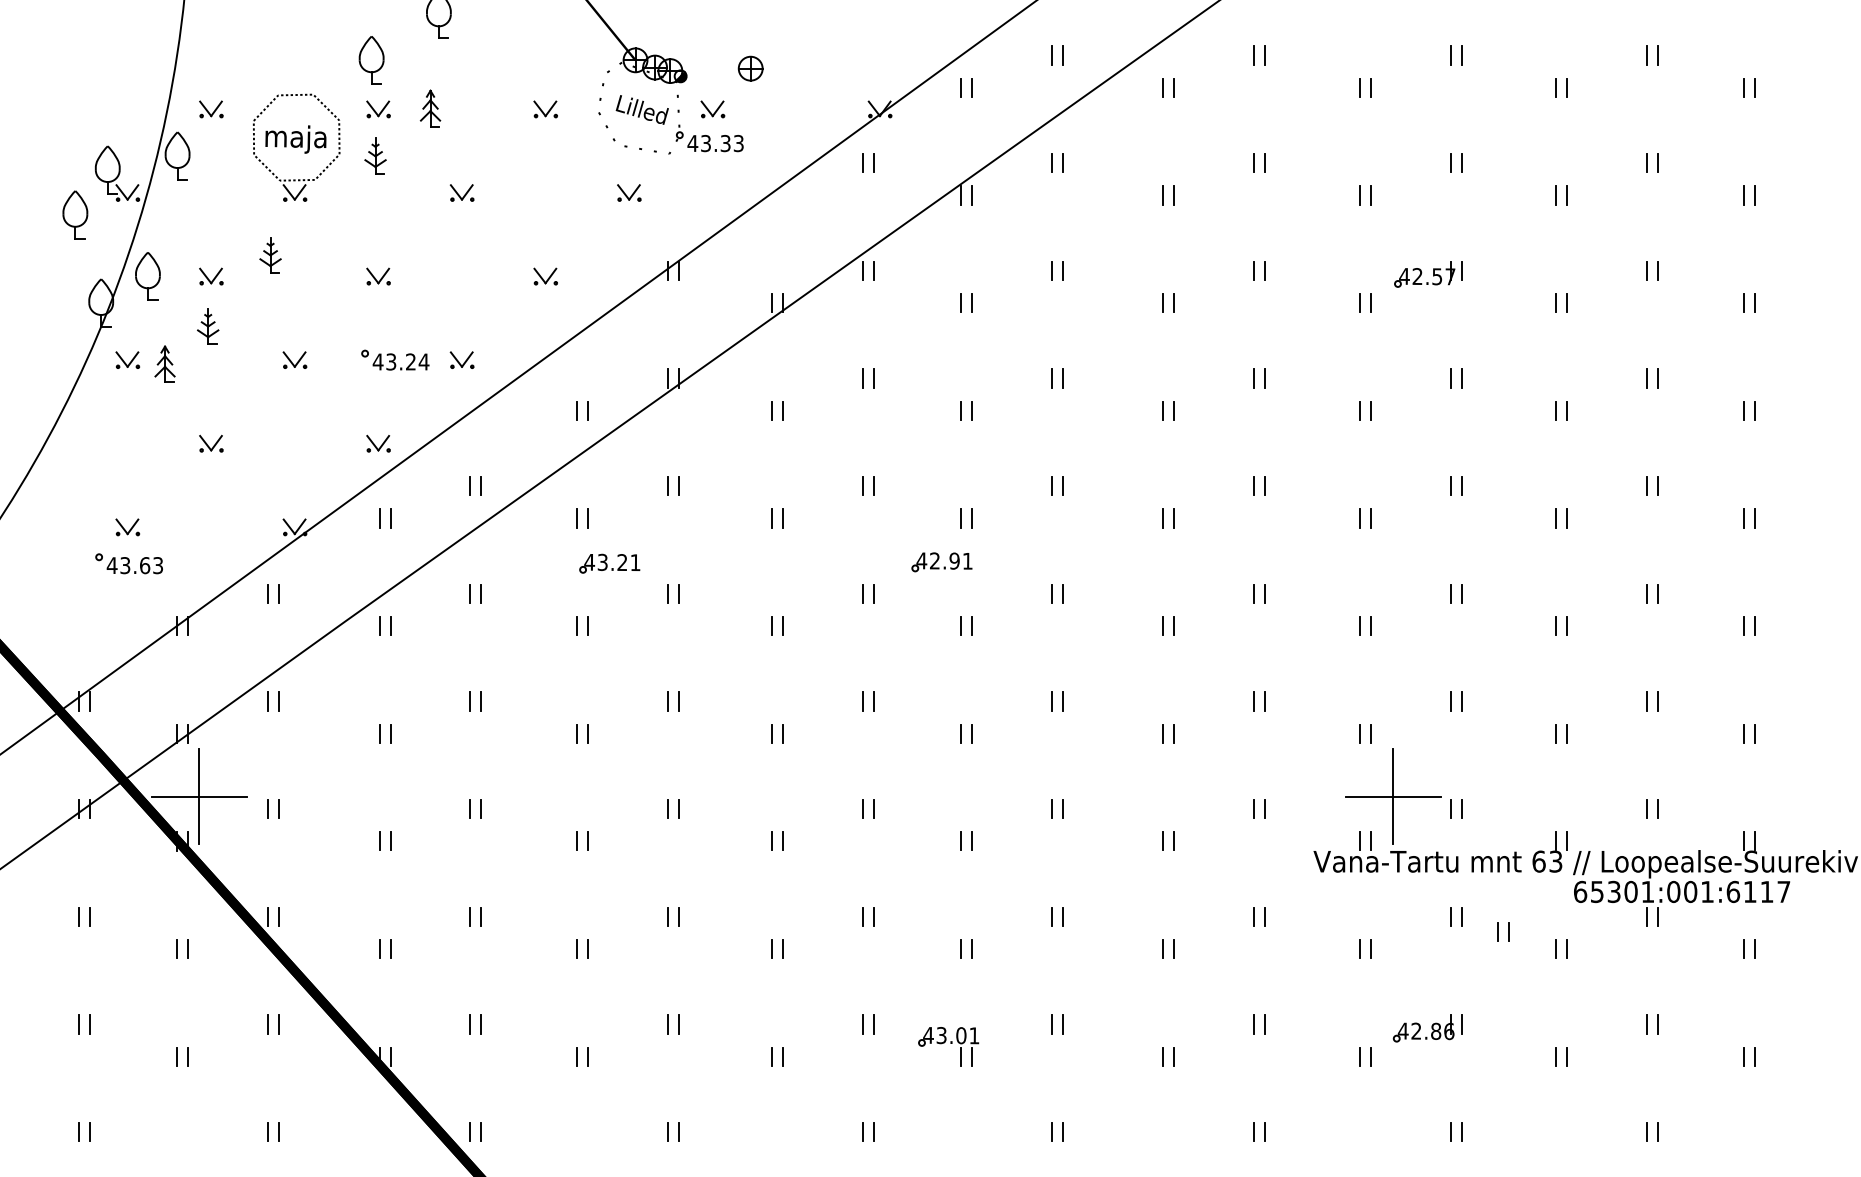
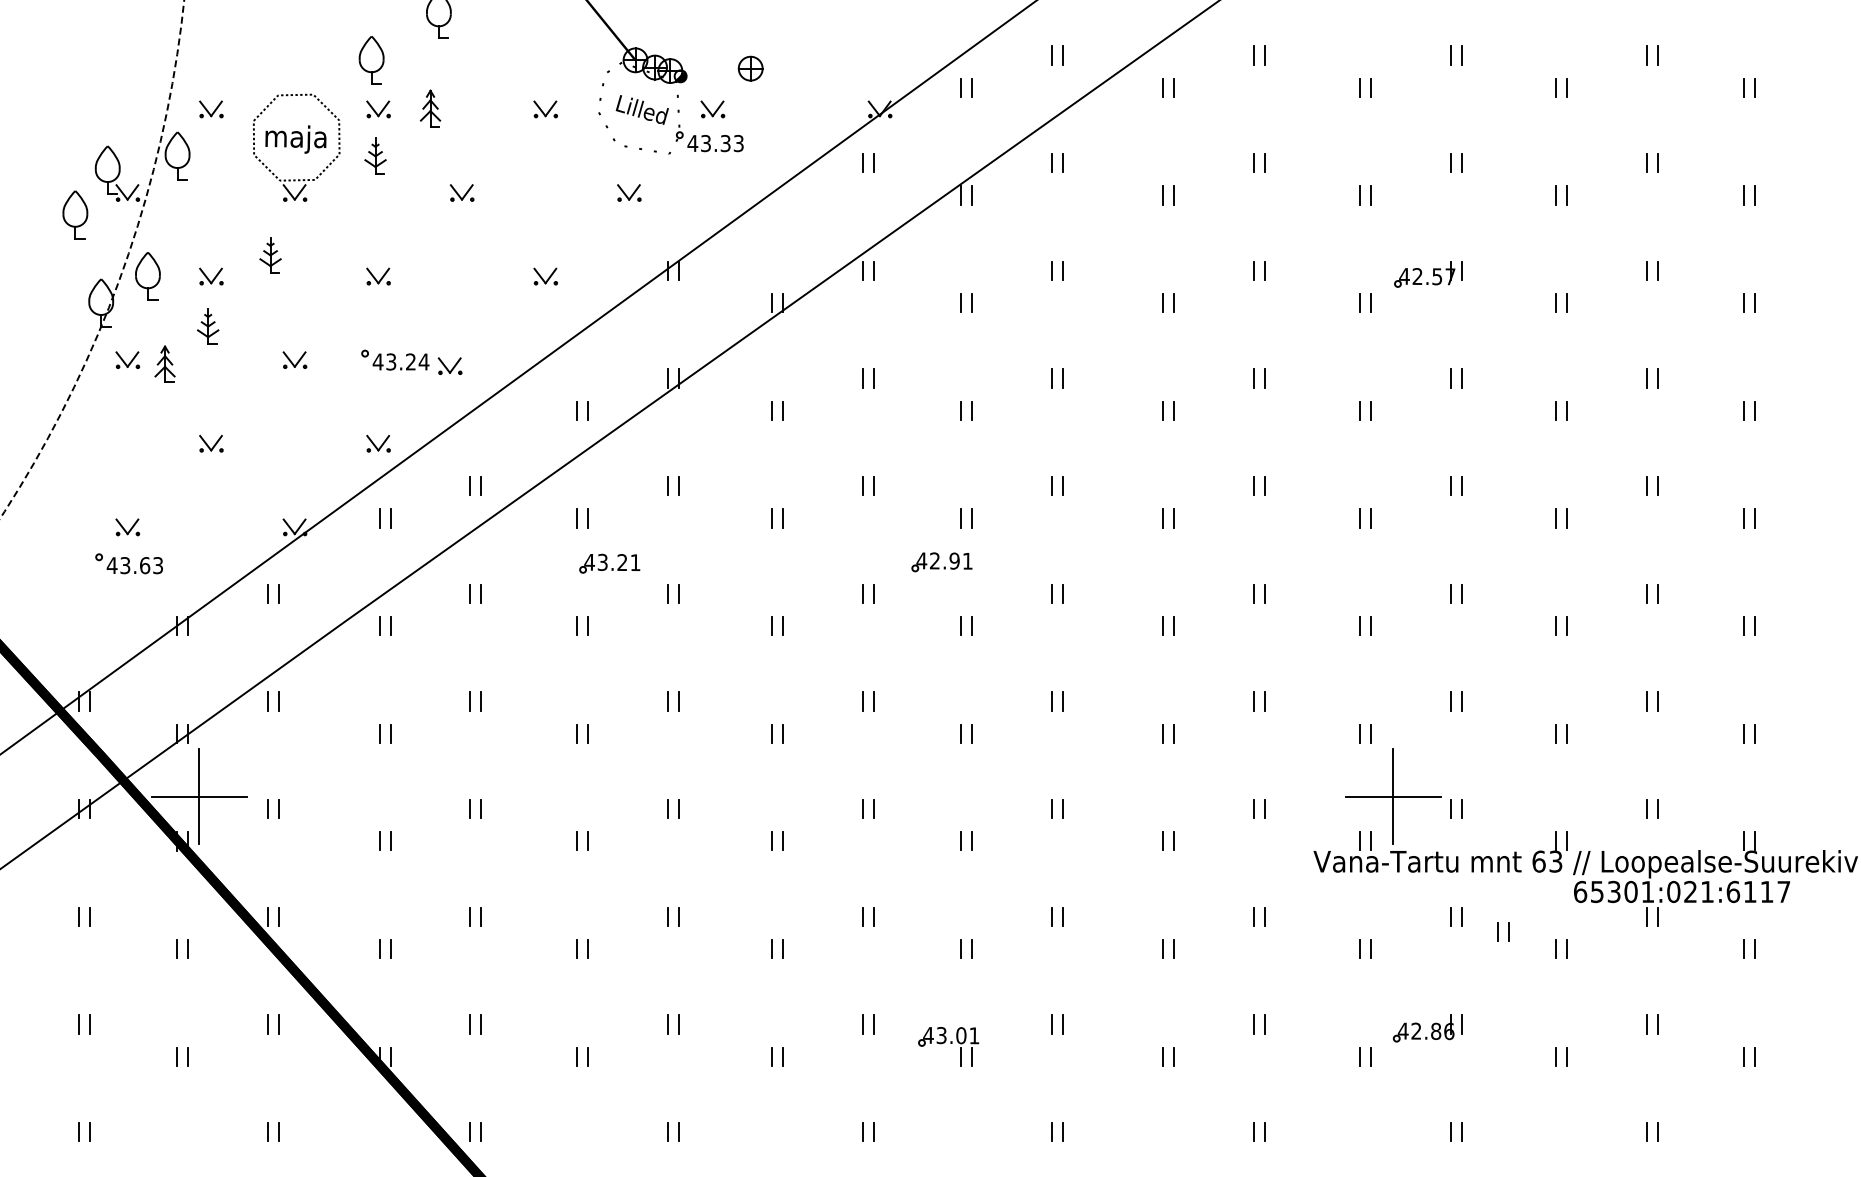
circle at (92, 259): solid -> dashed
part at (461, 359) position: (461, 359) -> (449, 365)
text at (1690, 891): 65301:001:6117 -> 65301:021:6117
